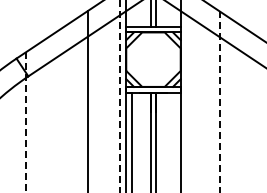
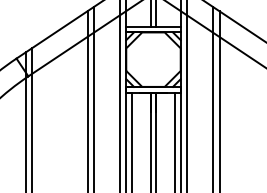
line at (186, 95): none -> present
line at (94, 97): none -> present
line at (120, 97): dashed -> solid
line at (212, 97): none -> present
line at (219, 102): dashed -> solid
line at (32, 118): none -> present
line at (26, 122): dashed -> solid
line at (174, 140): none -> present
